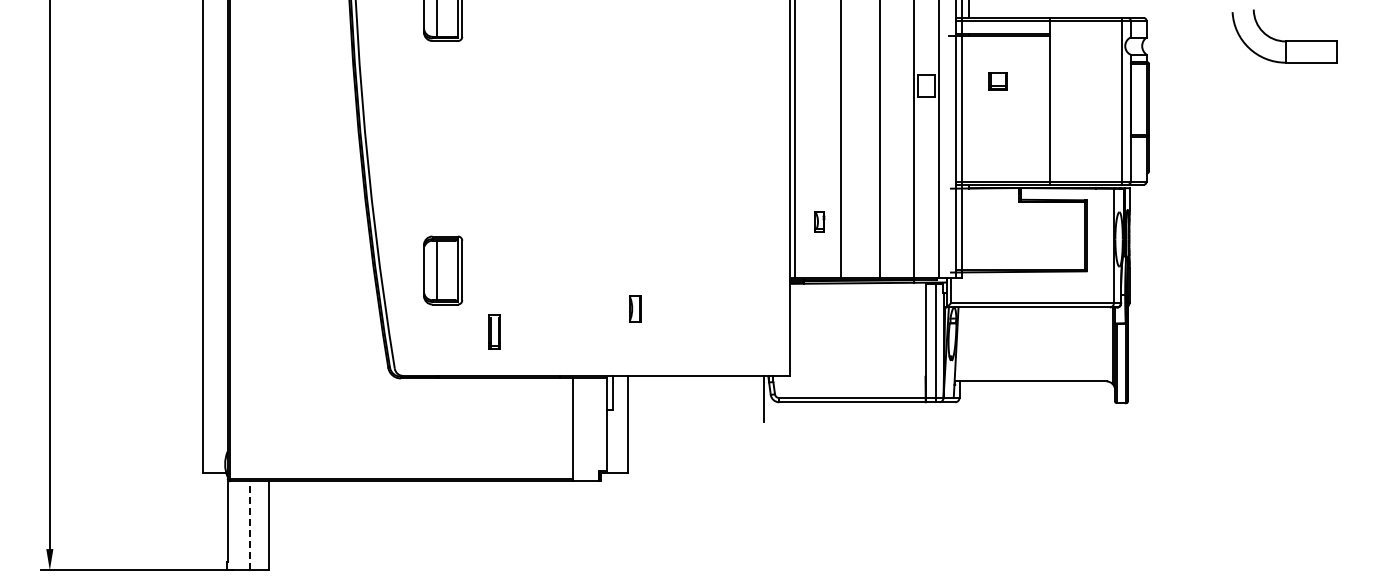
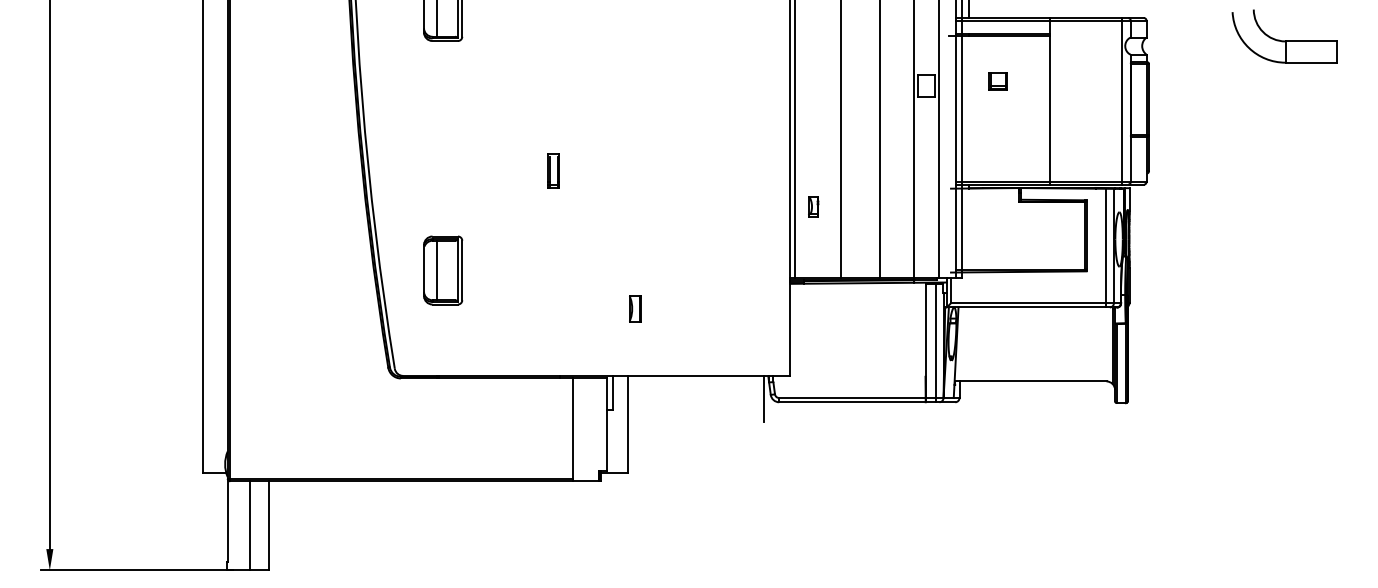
part at (819, 221) position: (819, 221) -> (813, 206)
line at (1105, 247): none -> present
part at (494, 331) position: (494, 331) -> (553, 170)
line at (249, 525): dashed -> solid
